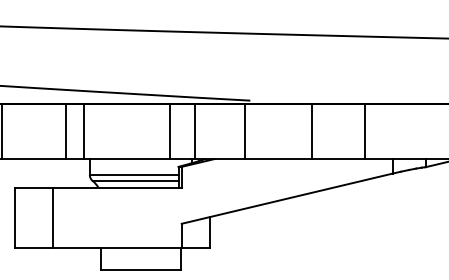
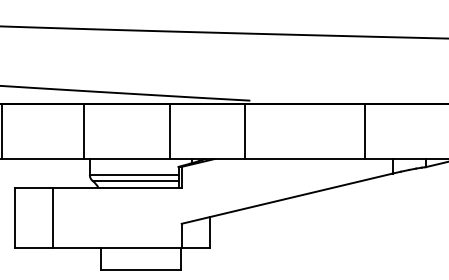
line at (65, 131): present -> none
line at (195, 131): present -> none
line at (311, 131): present -> none
